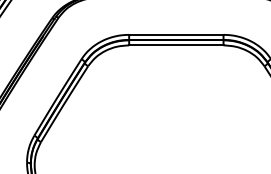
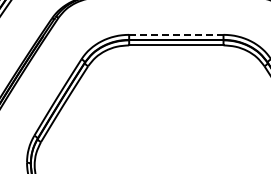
line at (176, 34): solid -> dashed
